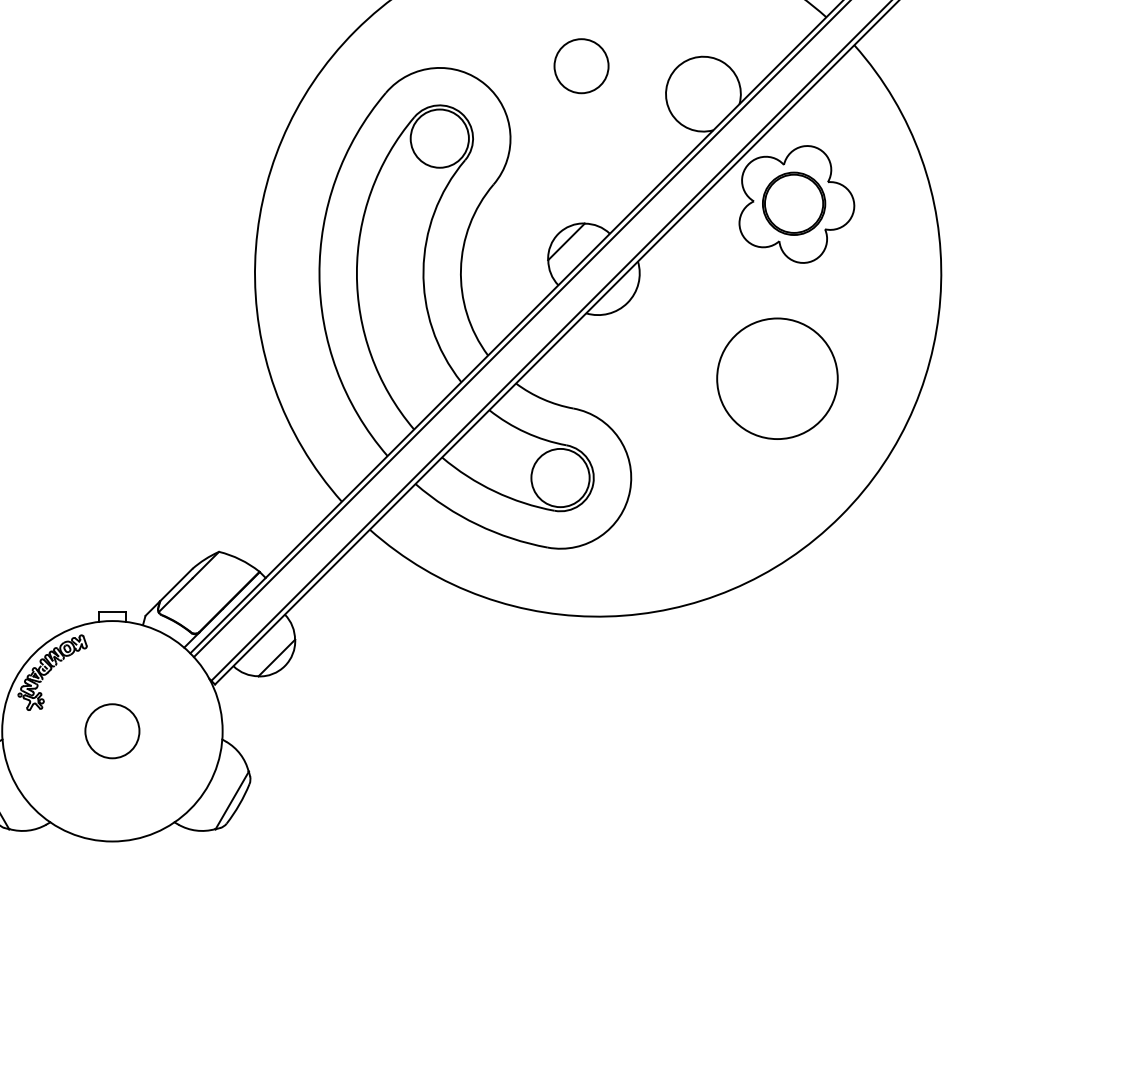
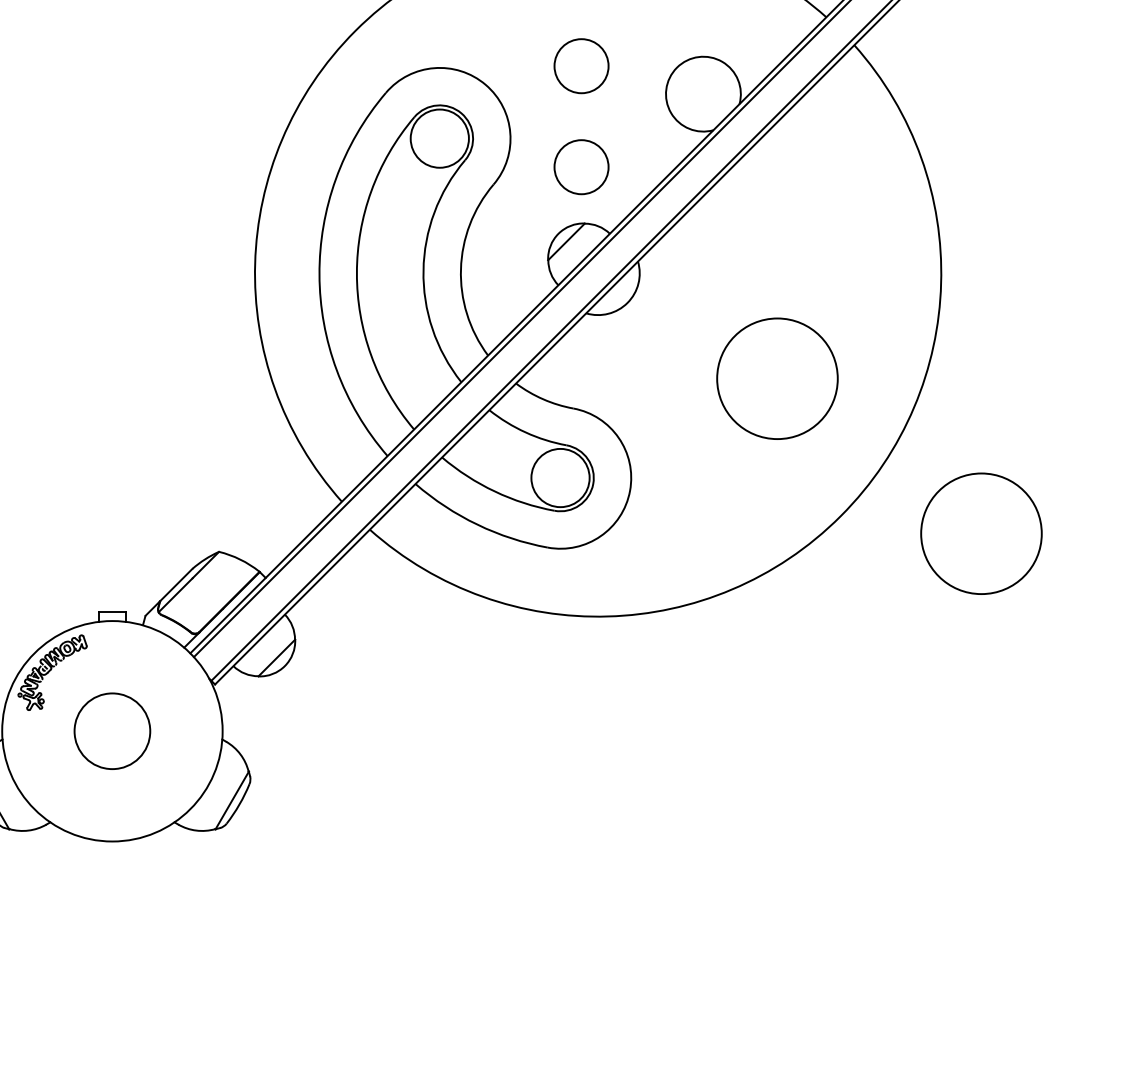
circle at (581, 167): none -> present
part at (796, 204): present -> none
circle at (981, 533): none -> present
circle at (112, 731) diameter: 54 px -> 76 px
